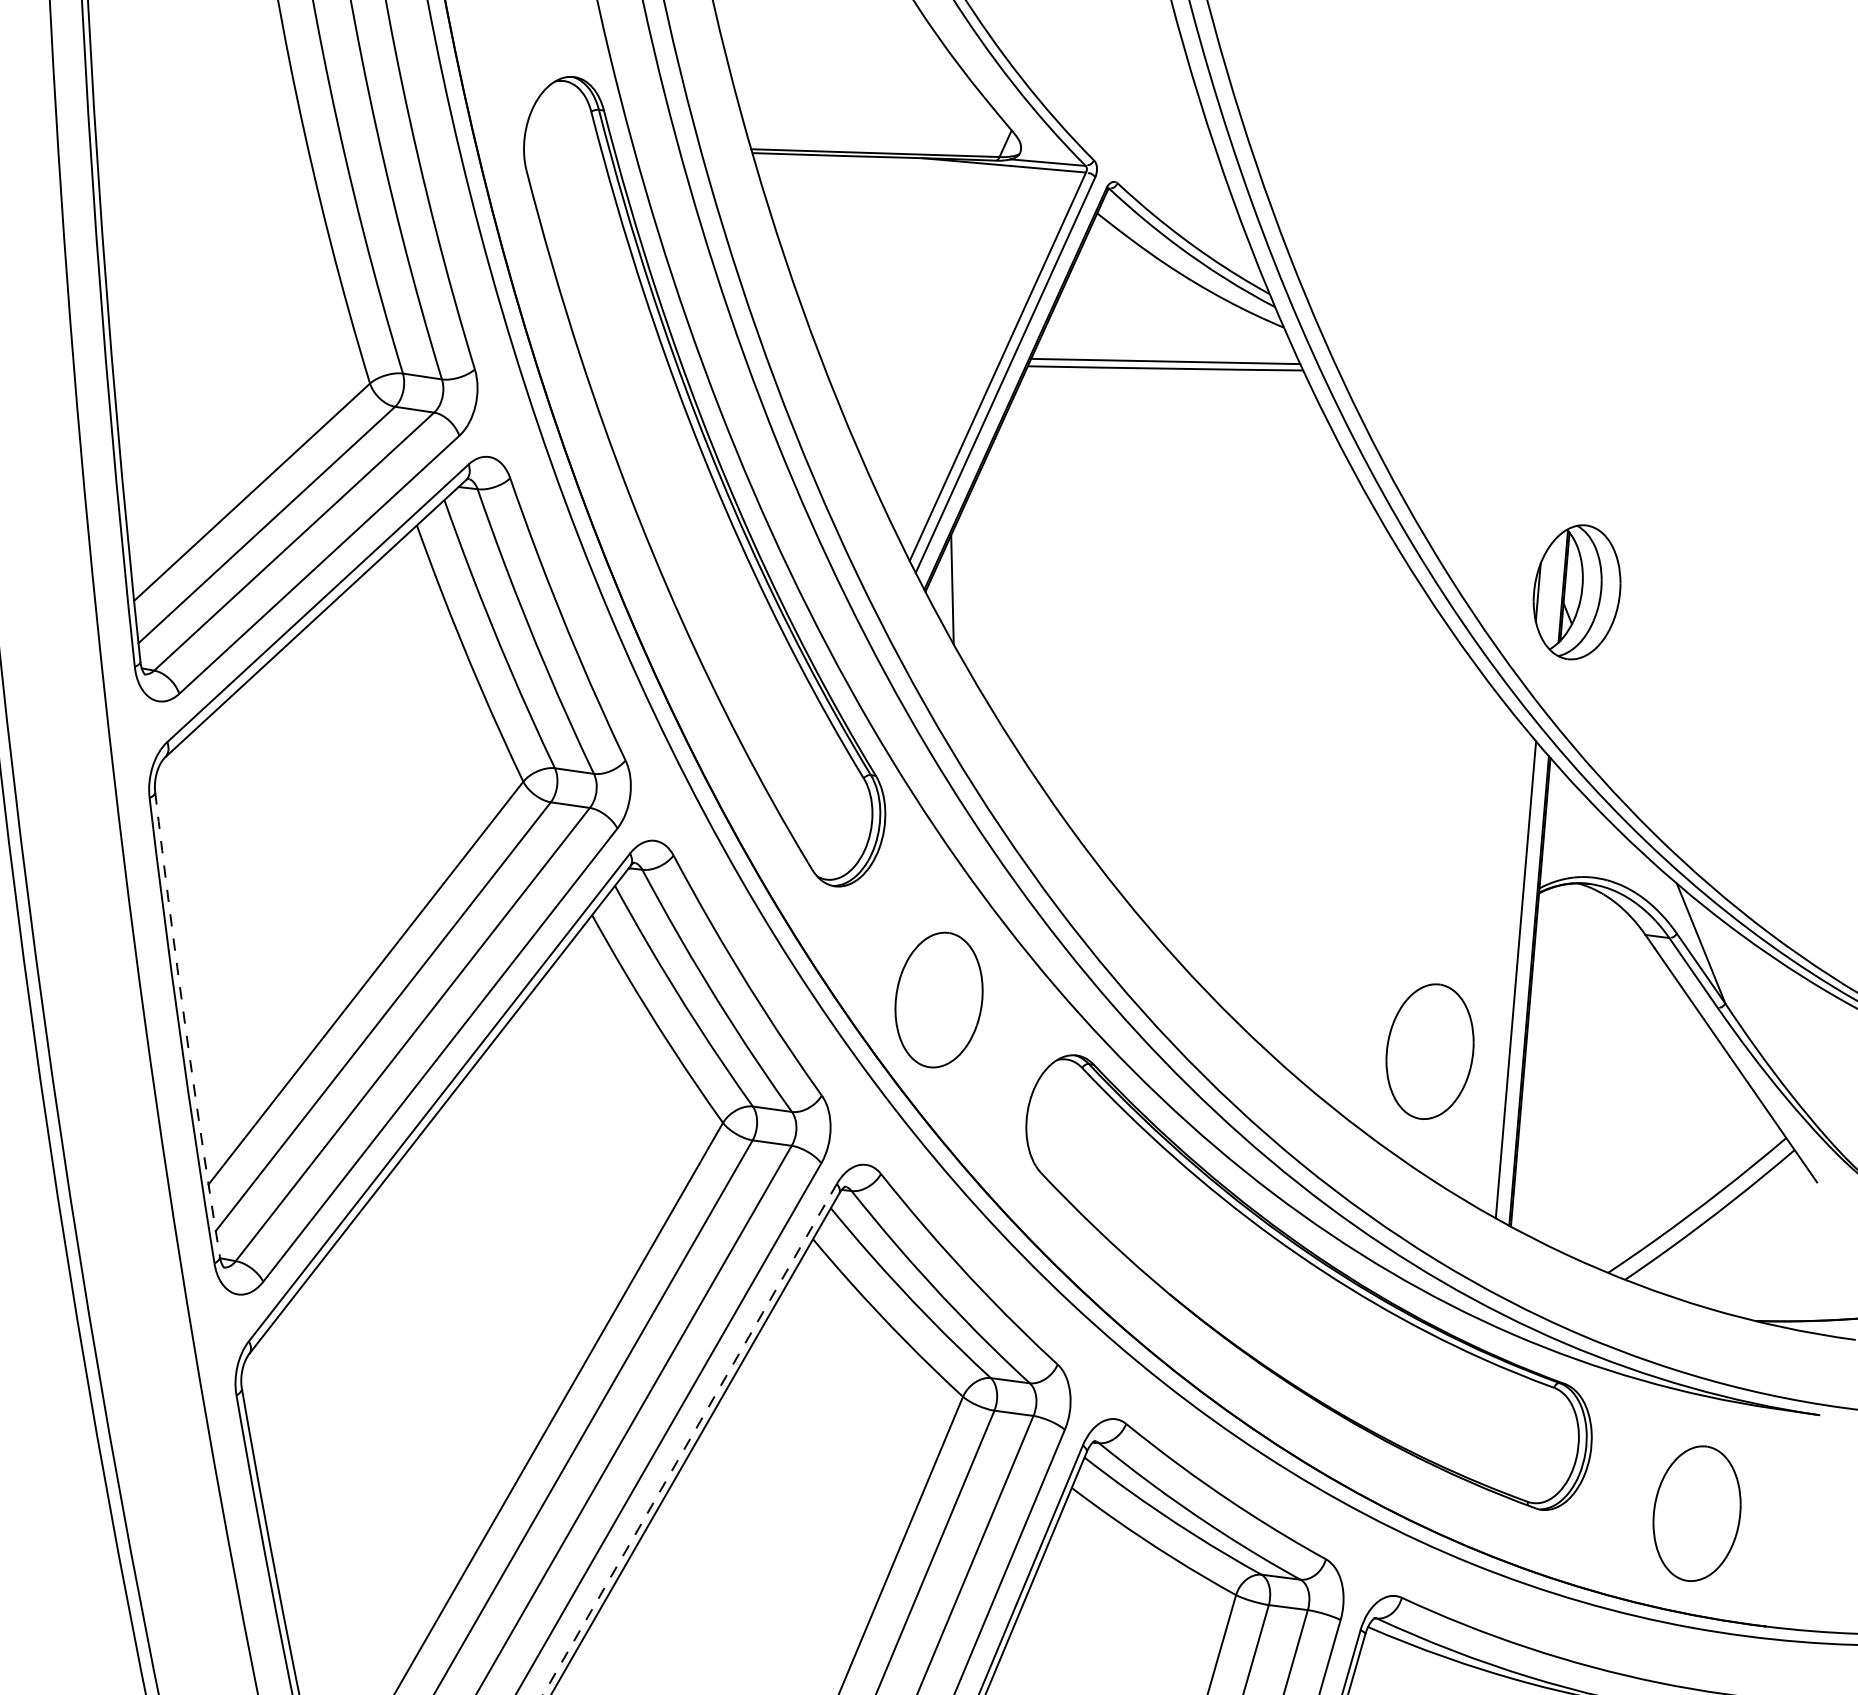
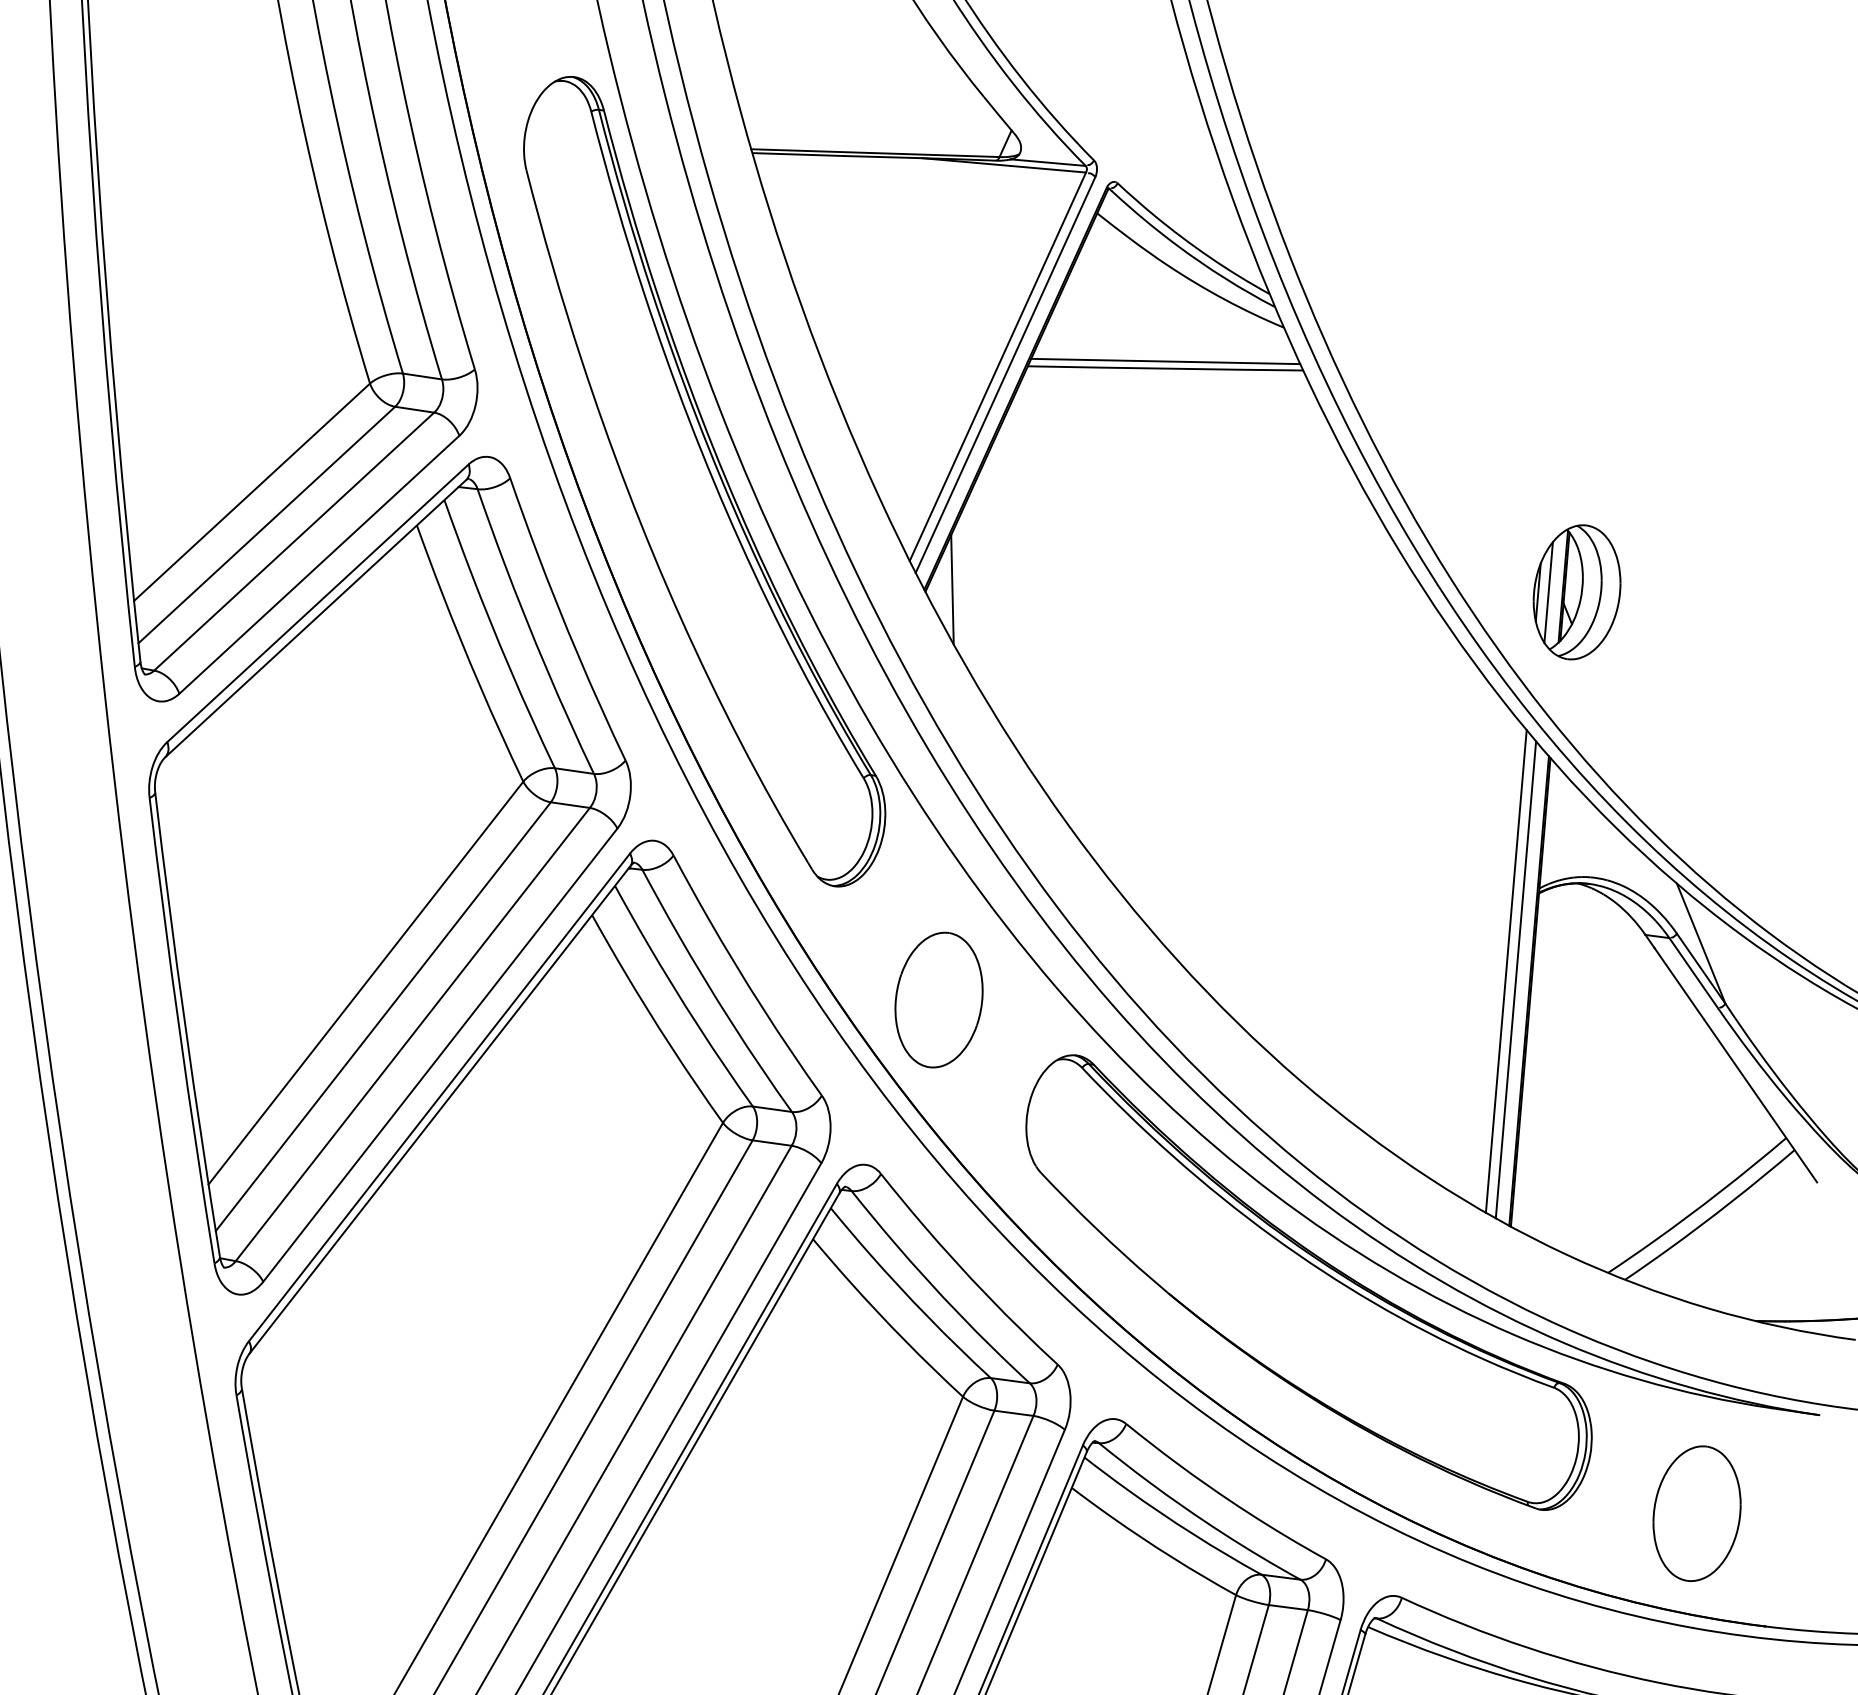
line at (1548, 592): none -> present
line at (1505, 971): none -> present
arc at (185, 1024): dashed -> solid
part at (1429, 1051): present -> none
line at (689, 1439): dashed -> solid
